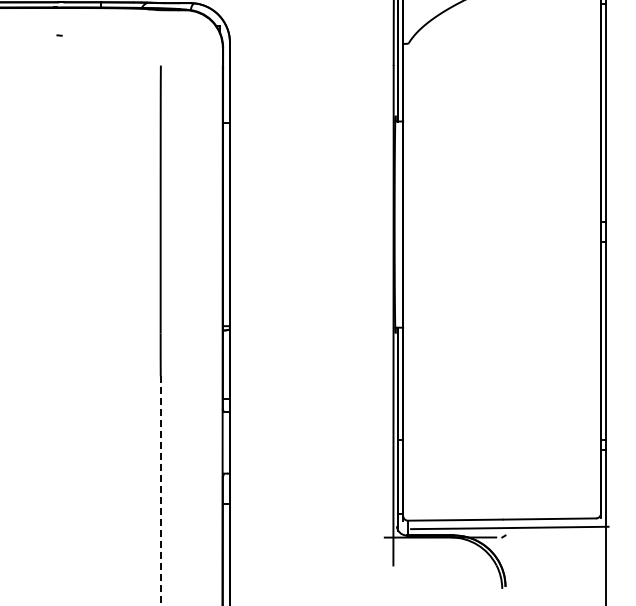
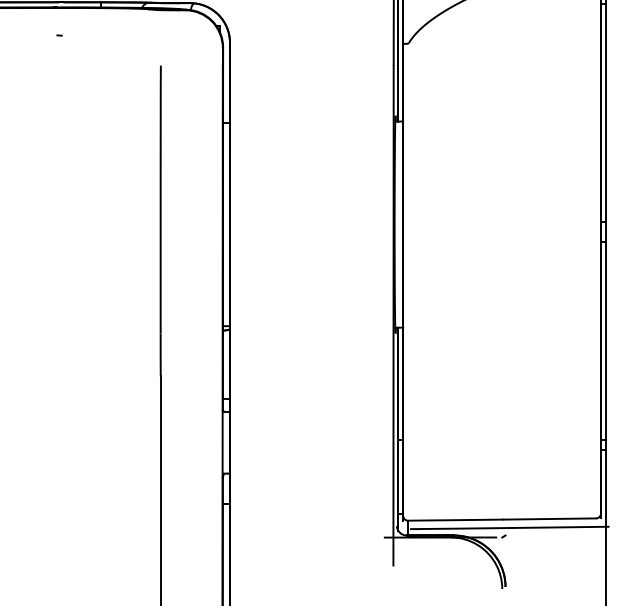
line at (160, 491): dashed -> solid
